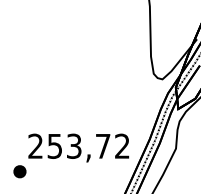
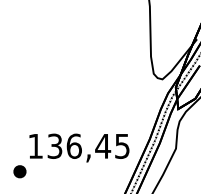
text at (78, 145): 253,72 -> 136,45
